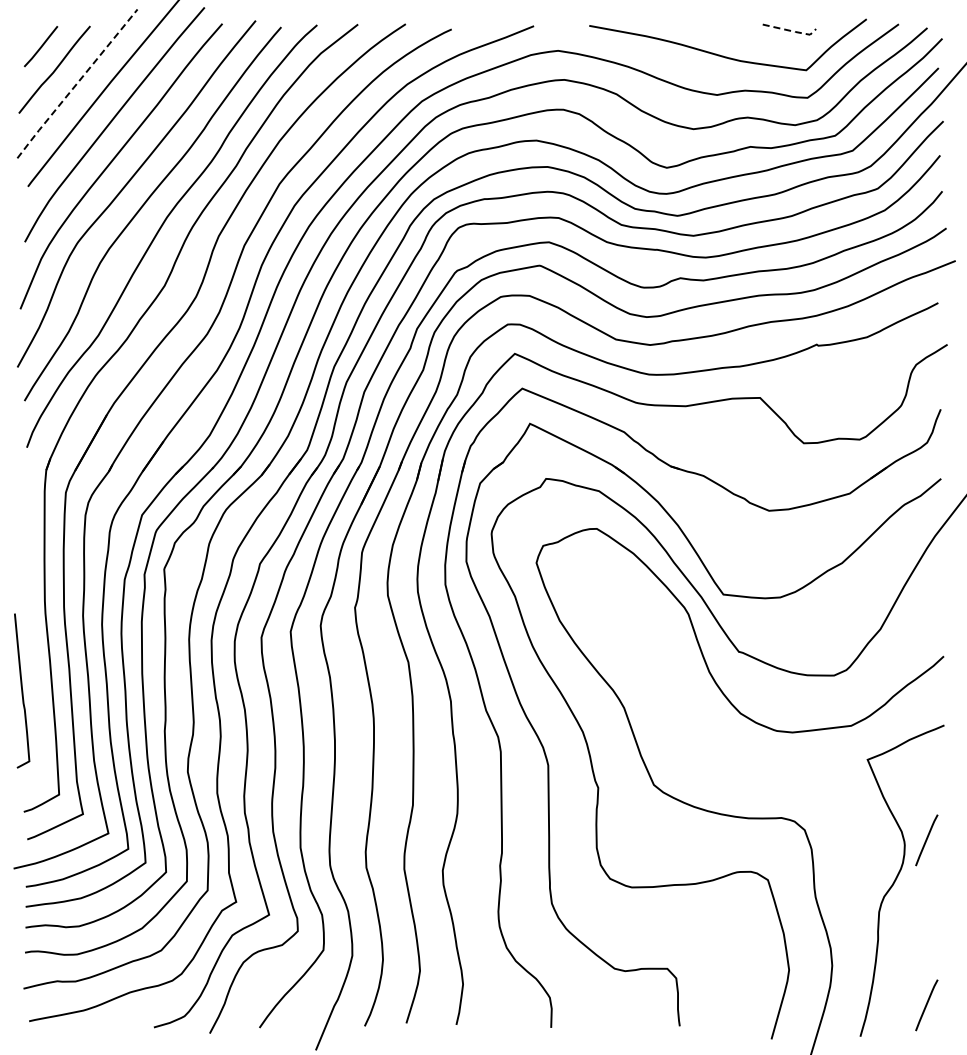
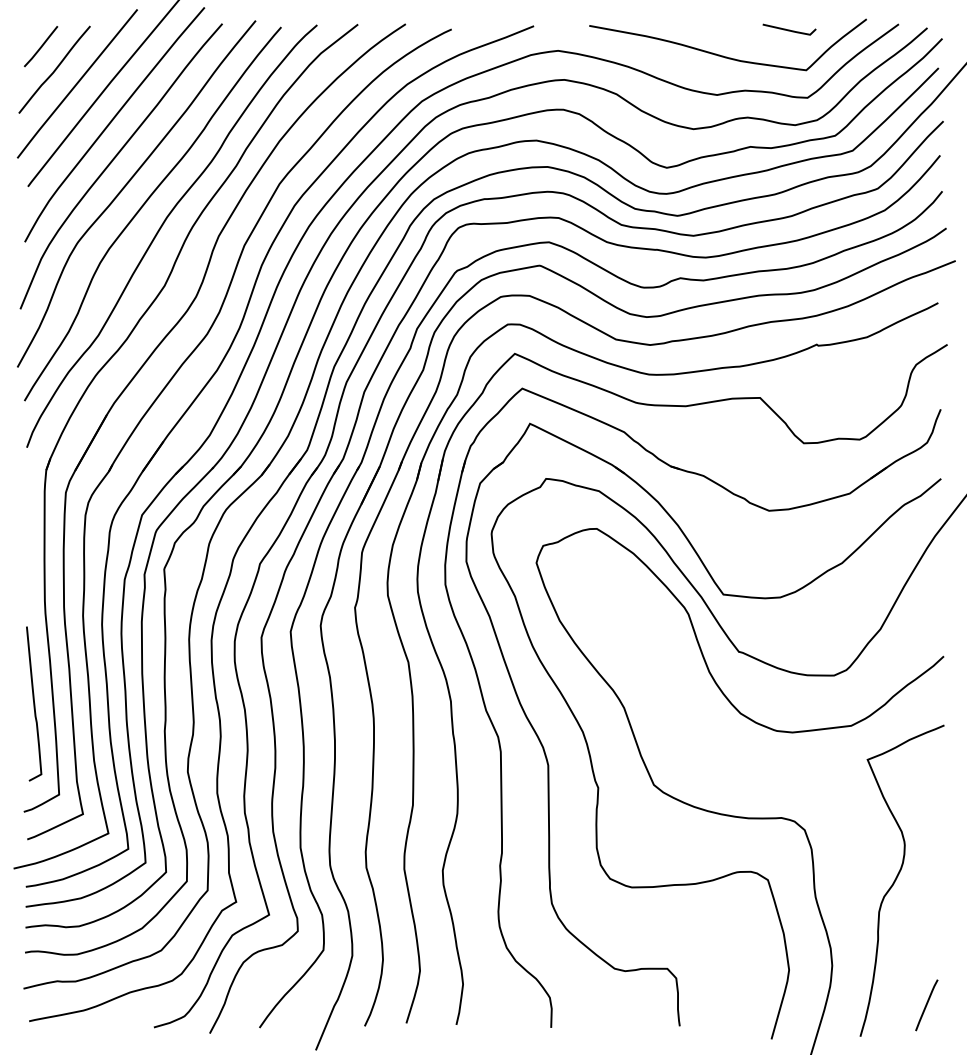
line at (791, 31): dashed -> solid
line at (76, 84): dashed -> solid
curve at (22, 690) position: (22, 690) -> (34, 703)
line at (926, 840): present -> none
